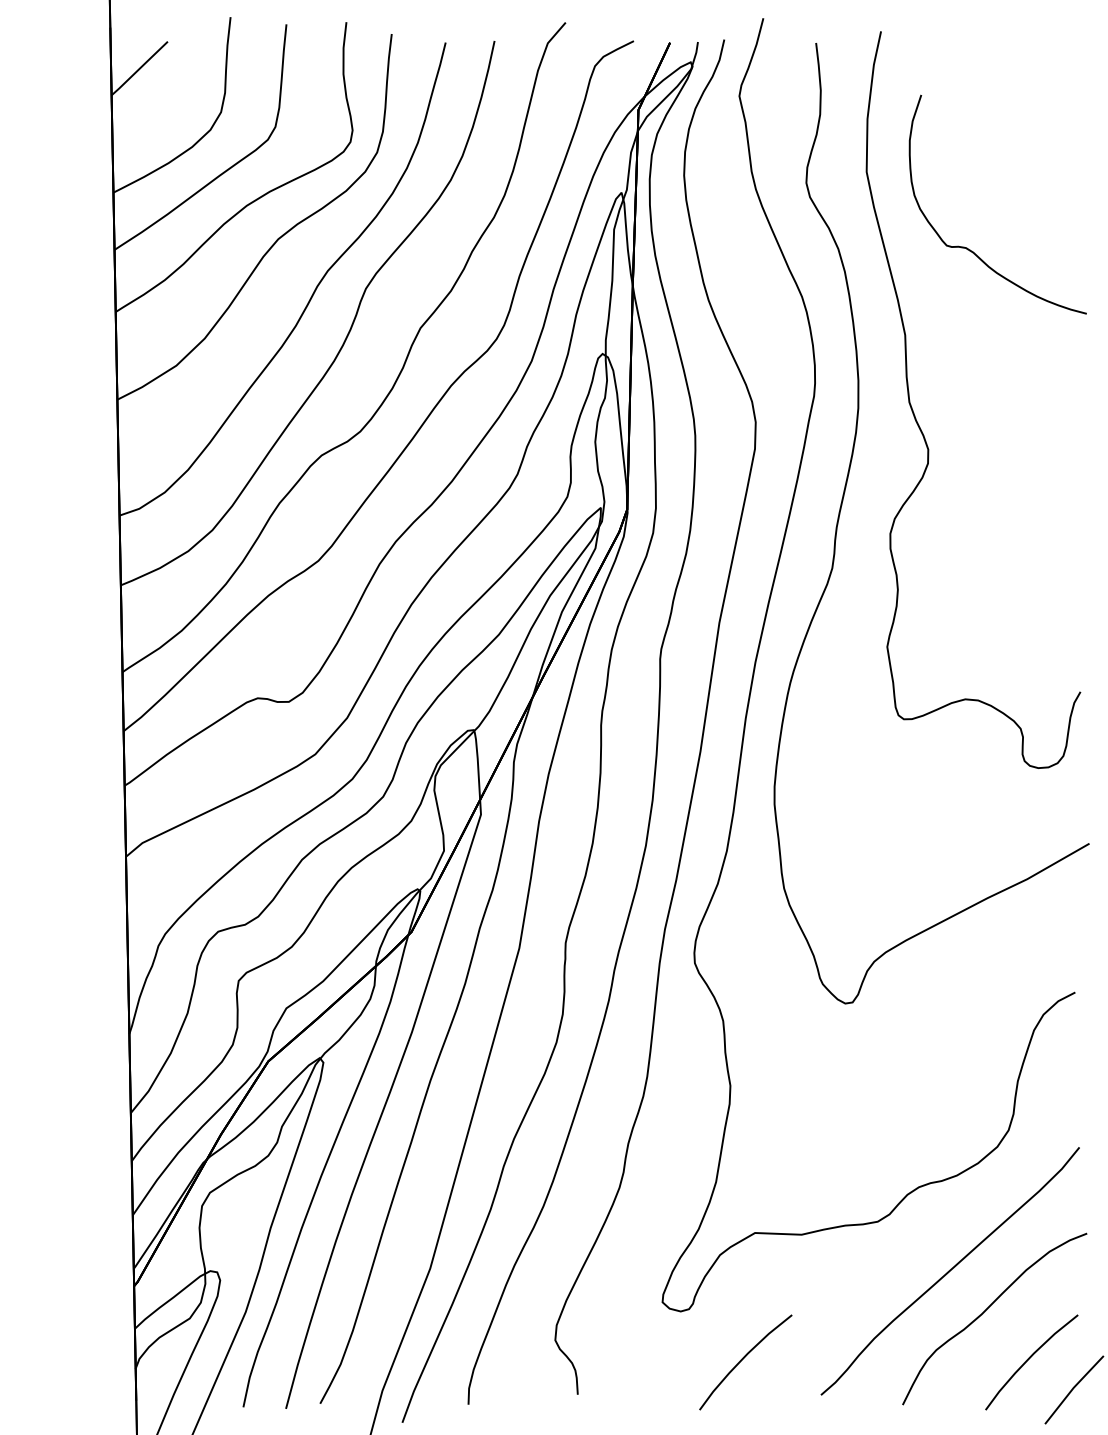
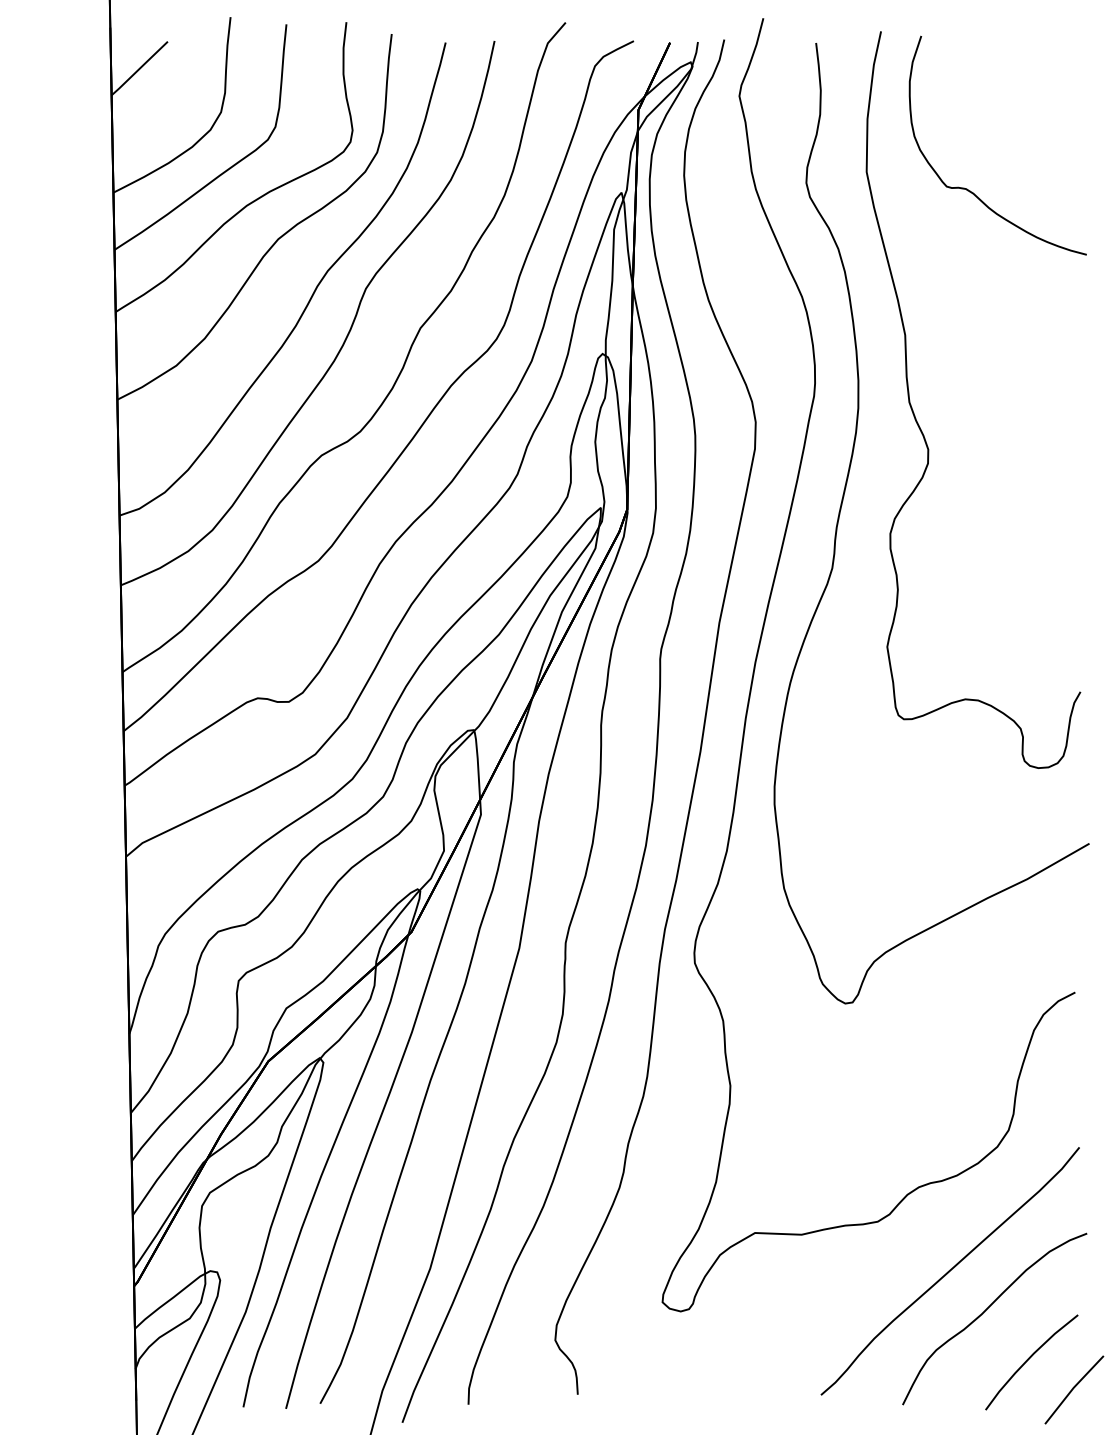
curve at (967, 247) position: (967, 247) -> (967, 188)
curve at (743, 1359): present -> none
